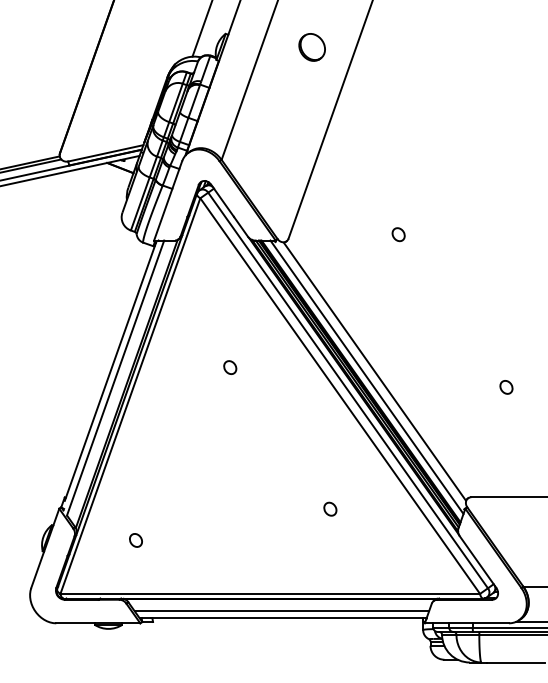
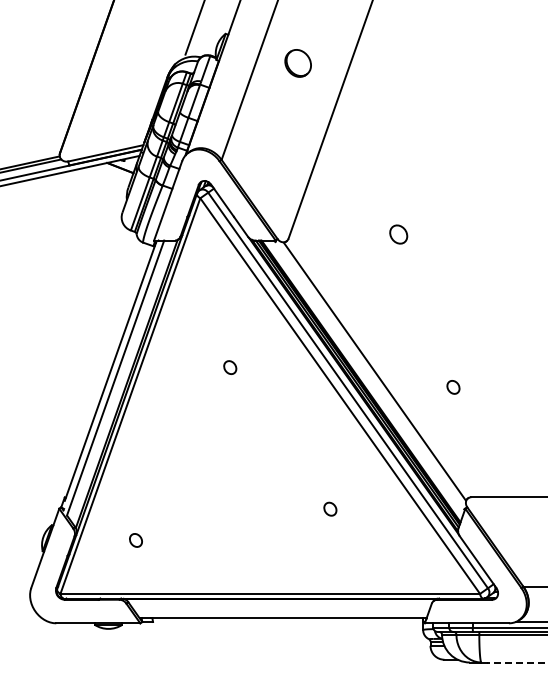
line at (201, 29) position: (201, 29) -> (194, 28)
part at (311, 47) position: (311, 47) -> (297, 63)
part at (398, 234) size: 15x16 px -> 20x21 px
line at (366, 377): present -> none
part at (506, 387) position: (506, 387) -> (453, 387)
line at (281, 611): present -> none
line at (516, 662): solid -> dashed
